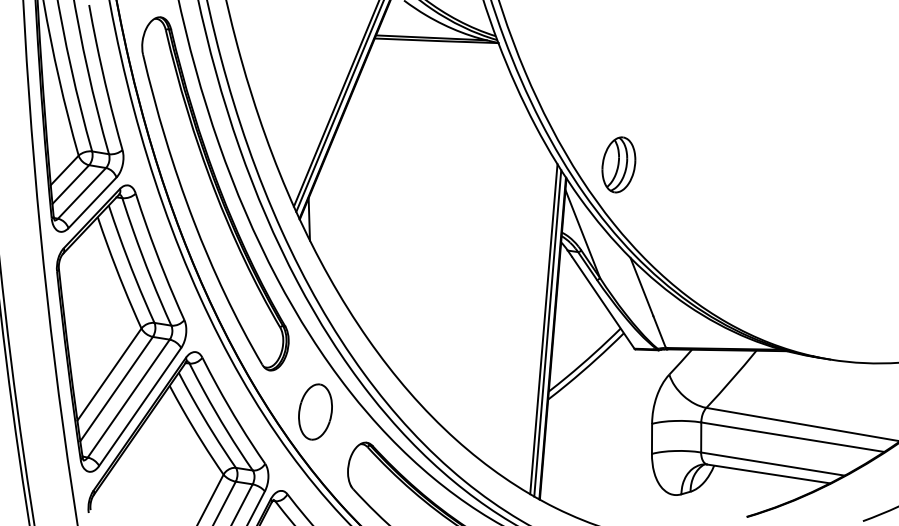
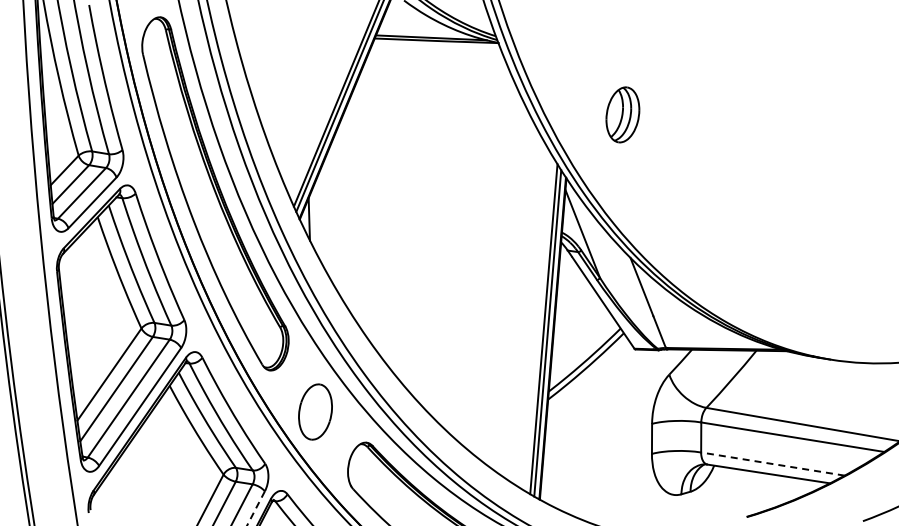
part at (618, 164) position: (618, 164) -> (622, 114)
line at (772, 464): solid -> dashed
line at (255, 509): solid -> dashed
